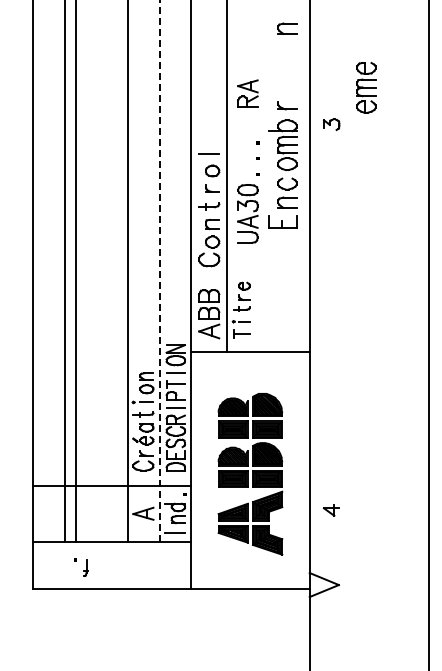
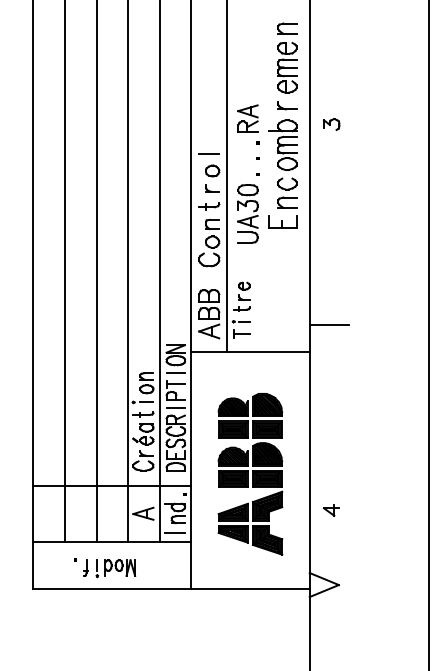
part at (366, 87) position: (366, 87) -> (287, 67)
part at (247, 93) position: (247, 93) -> (247, 118)
line at (159, 270): dashed -> solid
line at (75, 271) position: (75, 271) -> (96, 271)
line at (329, 325): none -> present
part at (115, 568): none -> present
